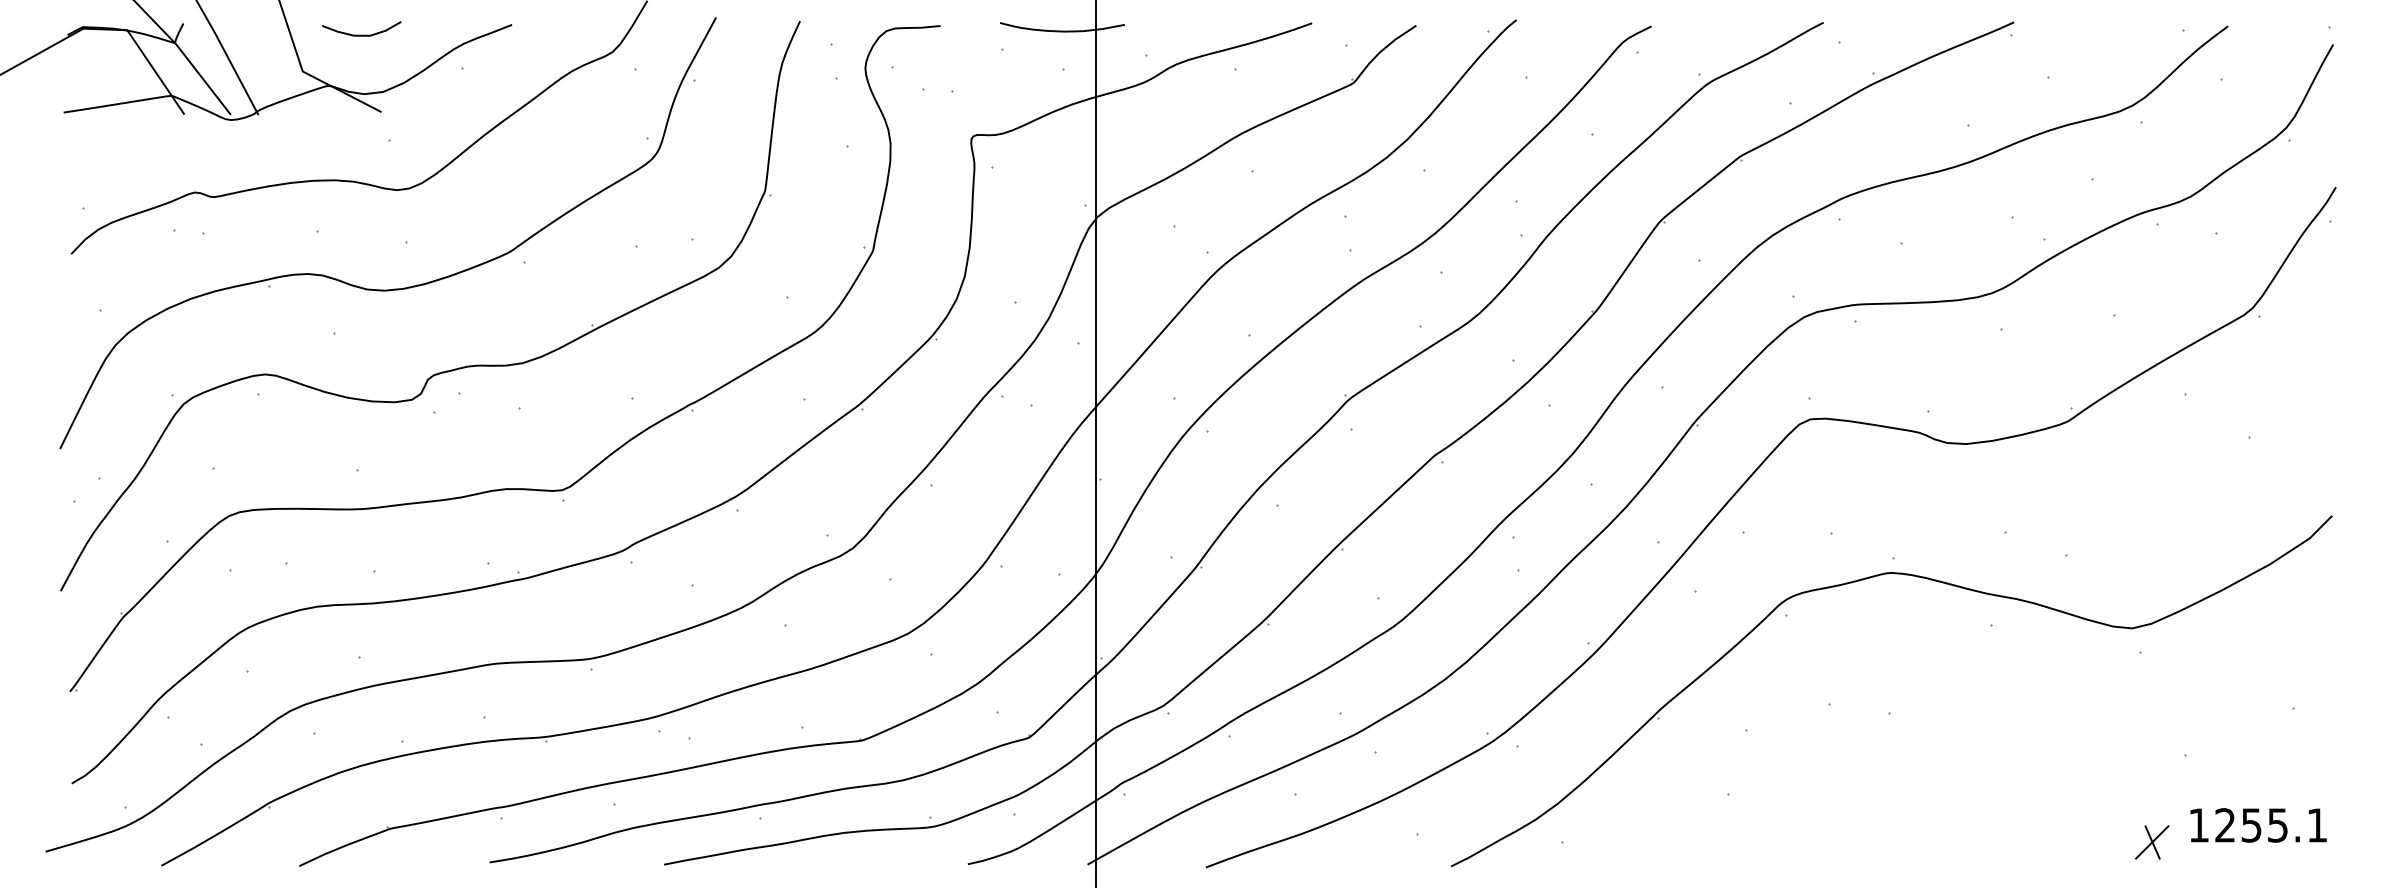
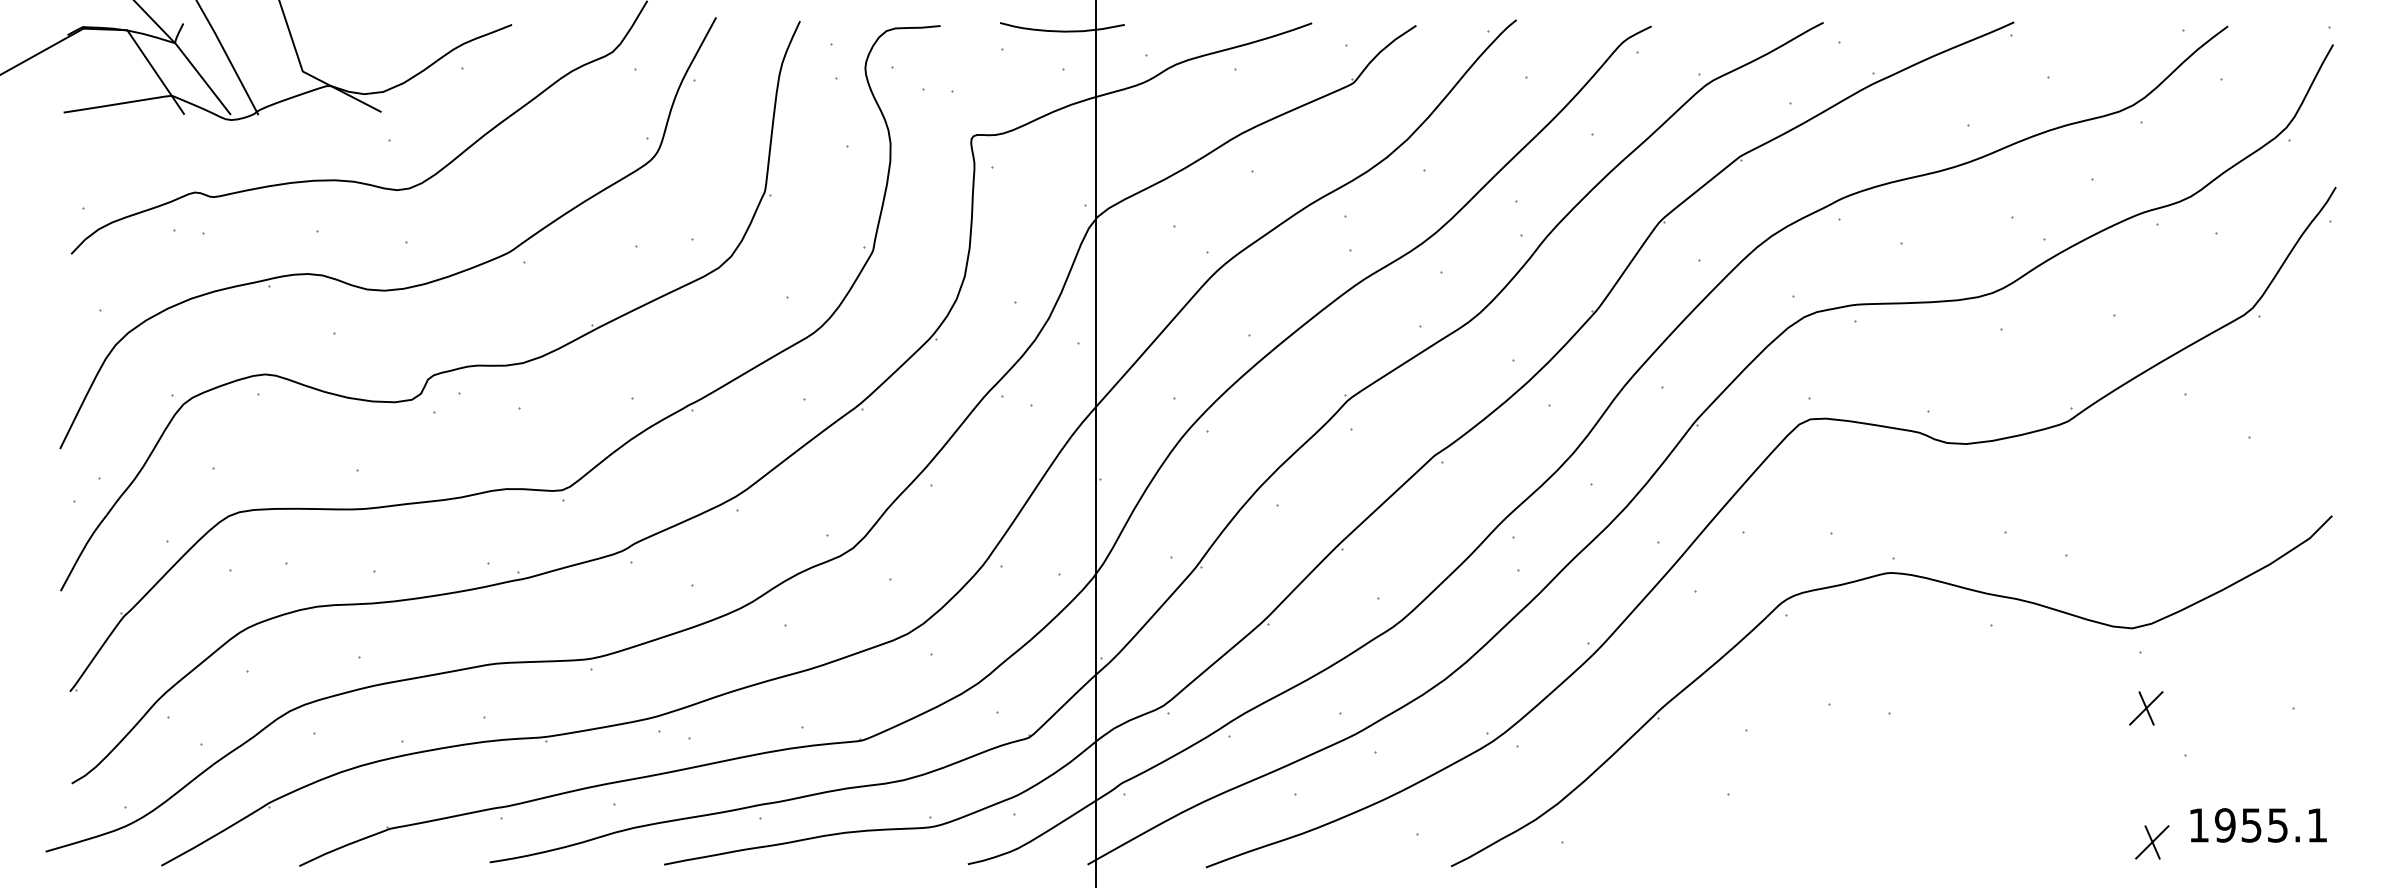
curve at (361, 34): present -> none
part at (2146, 708): none -> present
text at (2225, 825): 1255.1 -> 1955.1
